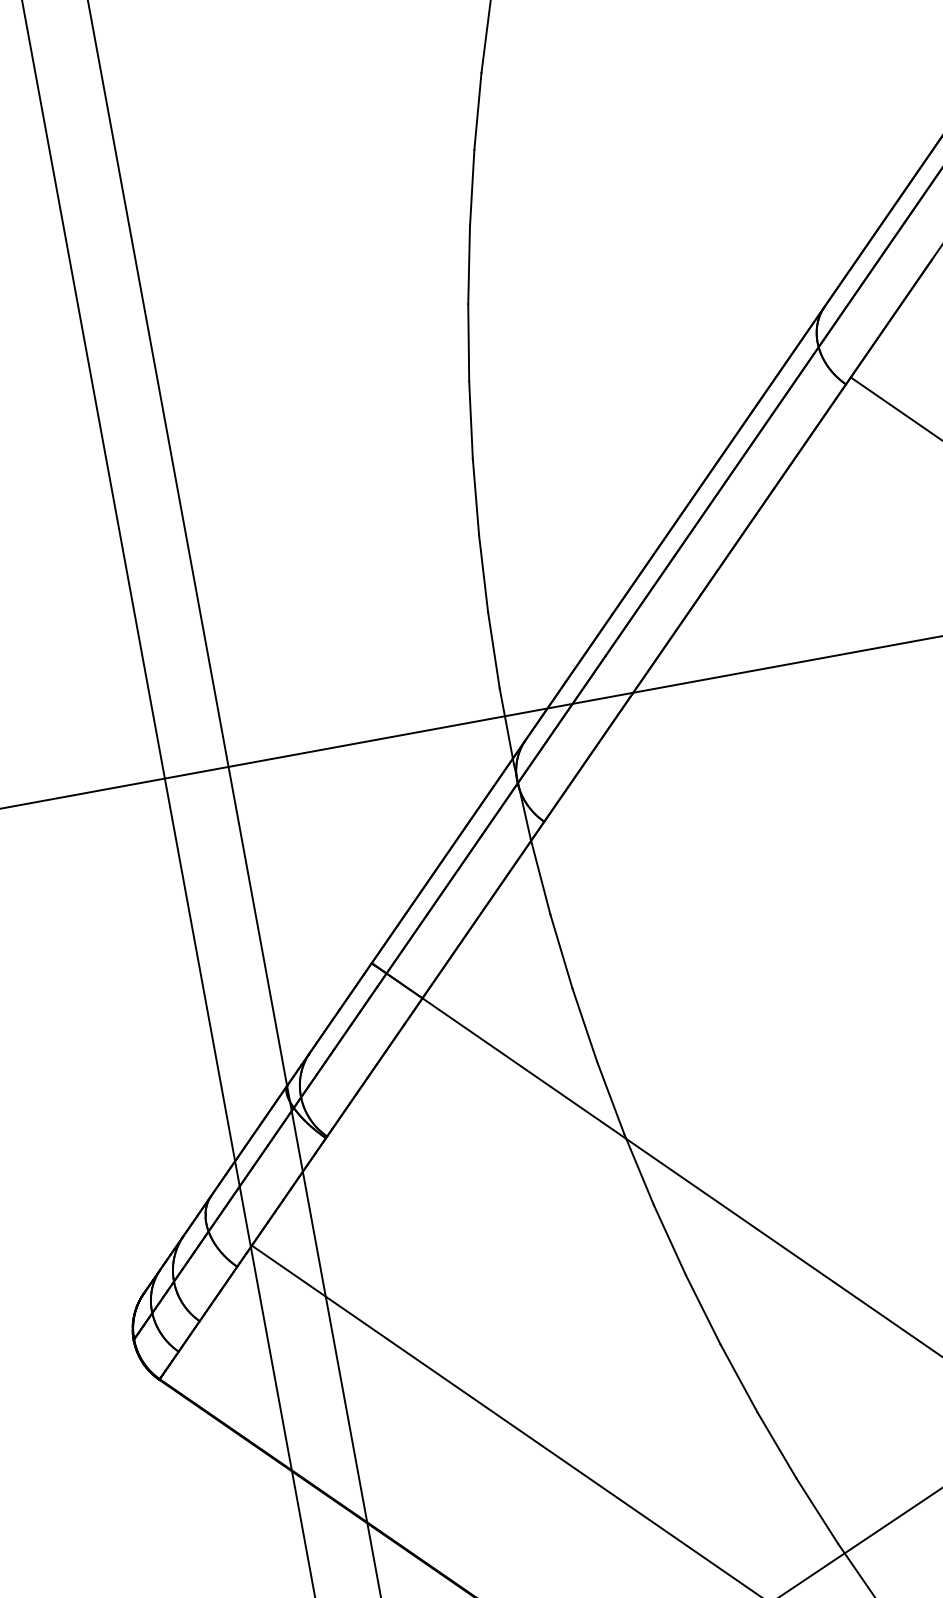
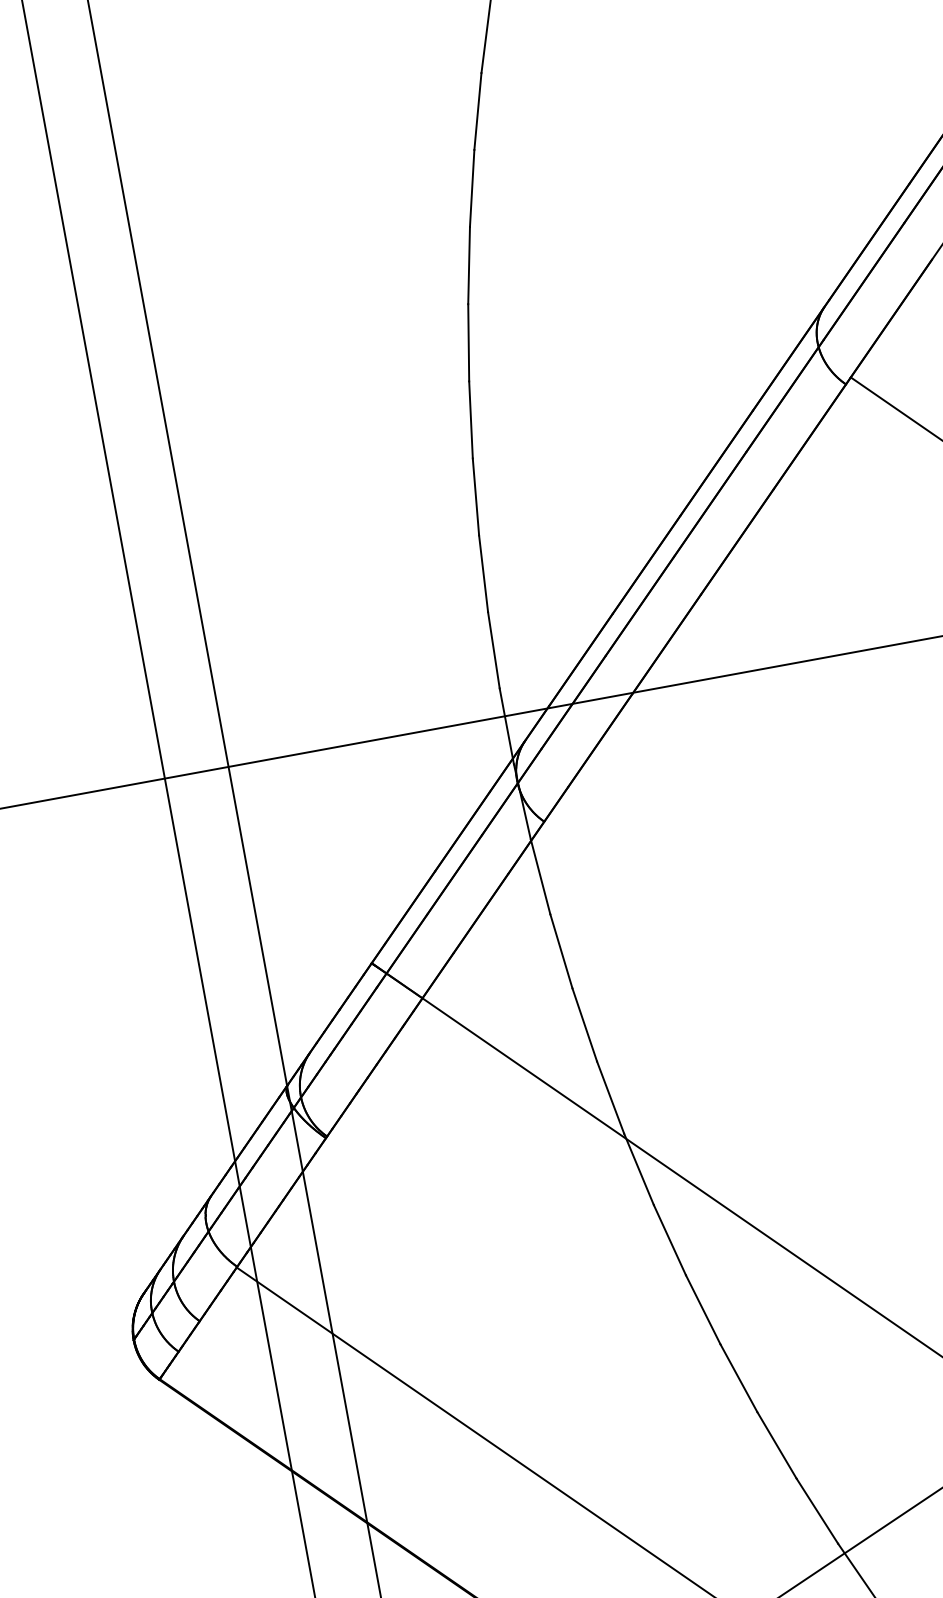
line at (504, 1419) position: (504, 1419) -> (473, 1430)
